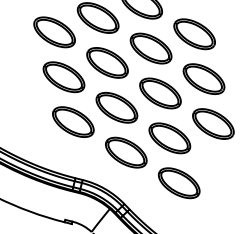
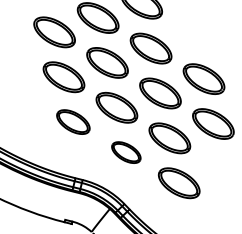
part at (194, 34): present -> none
part at (73, 121) size: 43x32 px -> 35x26 px
part at (126, 152) size: 43x33 px -> 31x23 px
